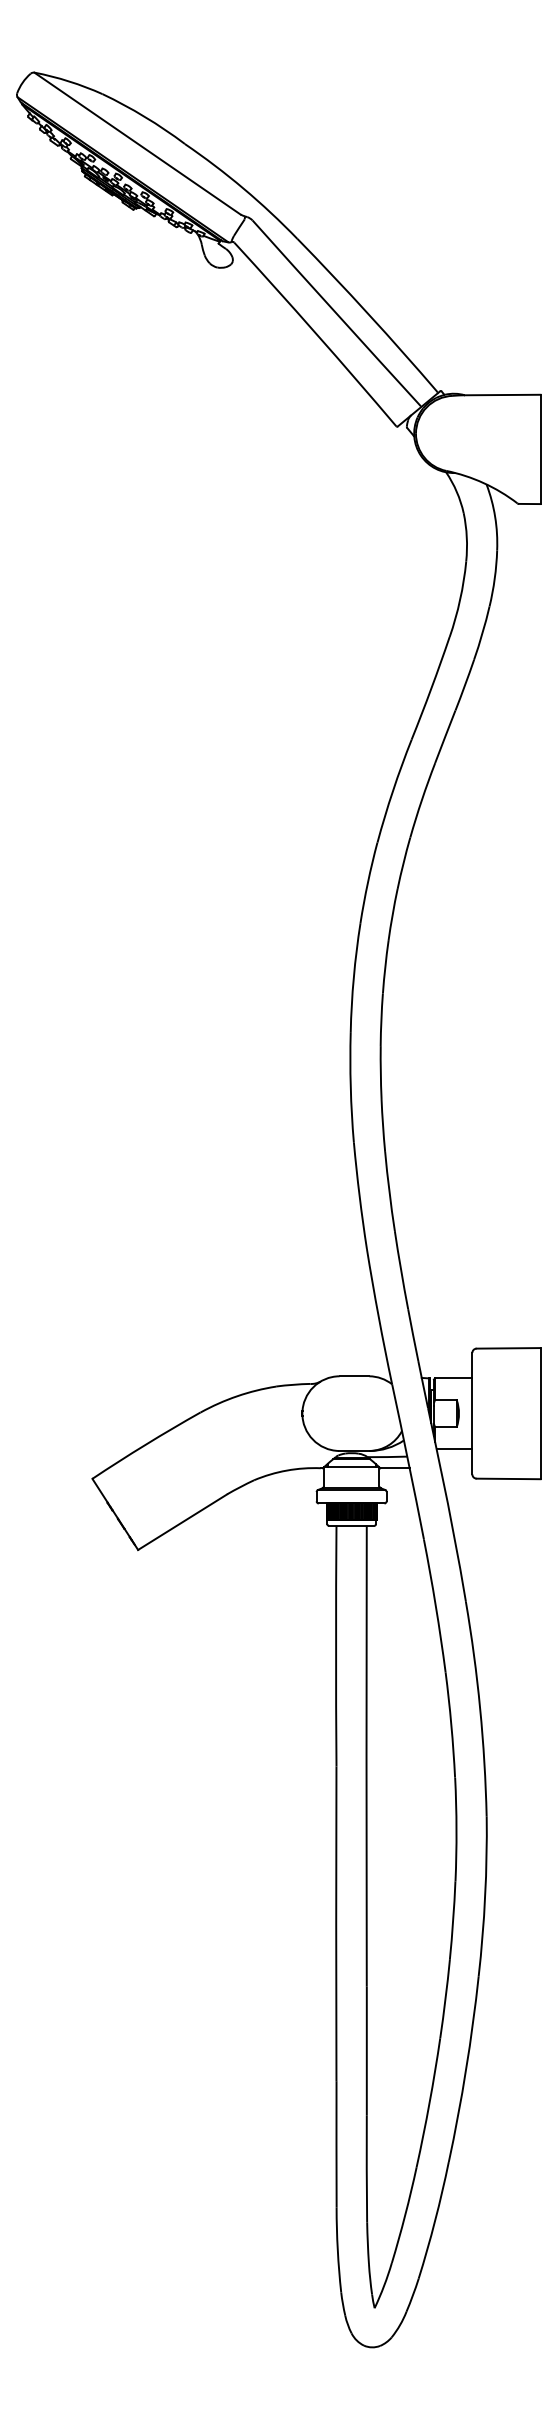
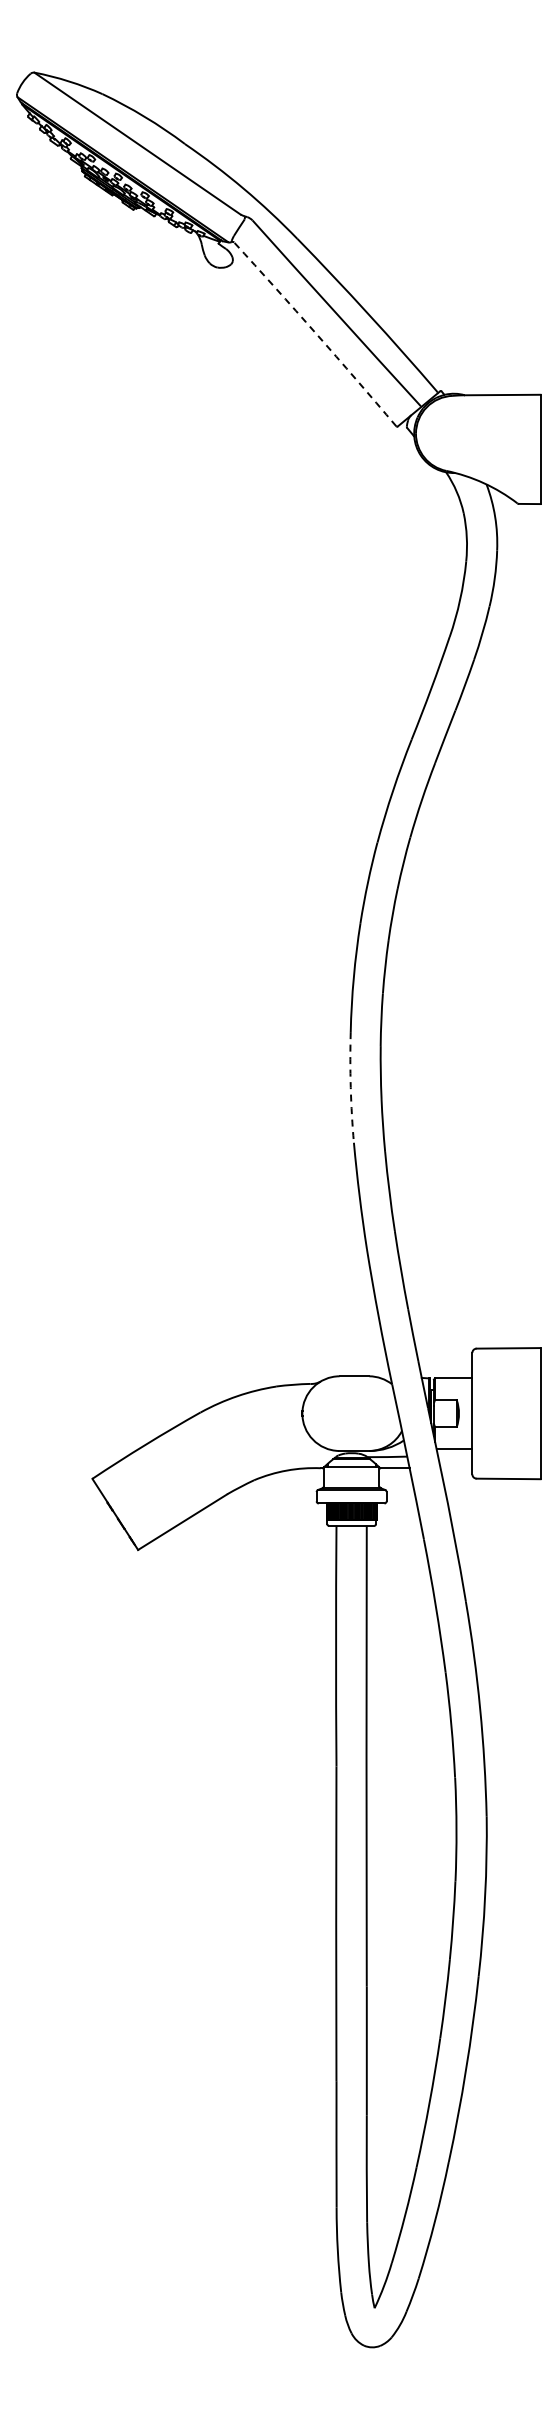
arc at (316, 333): solid -> dashed
arc at (350, 1087): solid -> dashed
